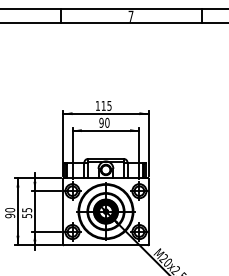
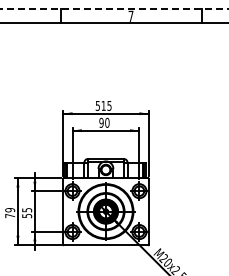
line at (114, 9): solid -> dashed
text at (97, 105): 115 -> 515
text at (10, 213): 90 -> 79
